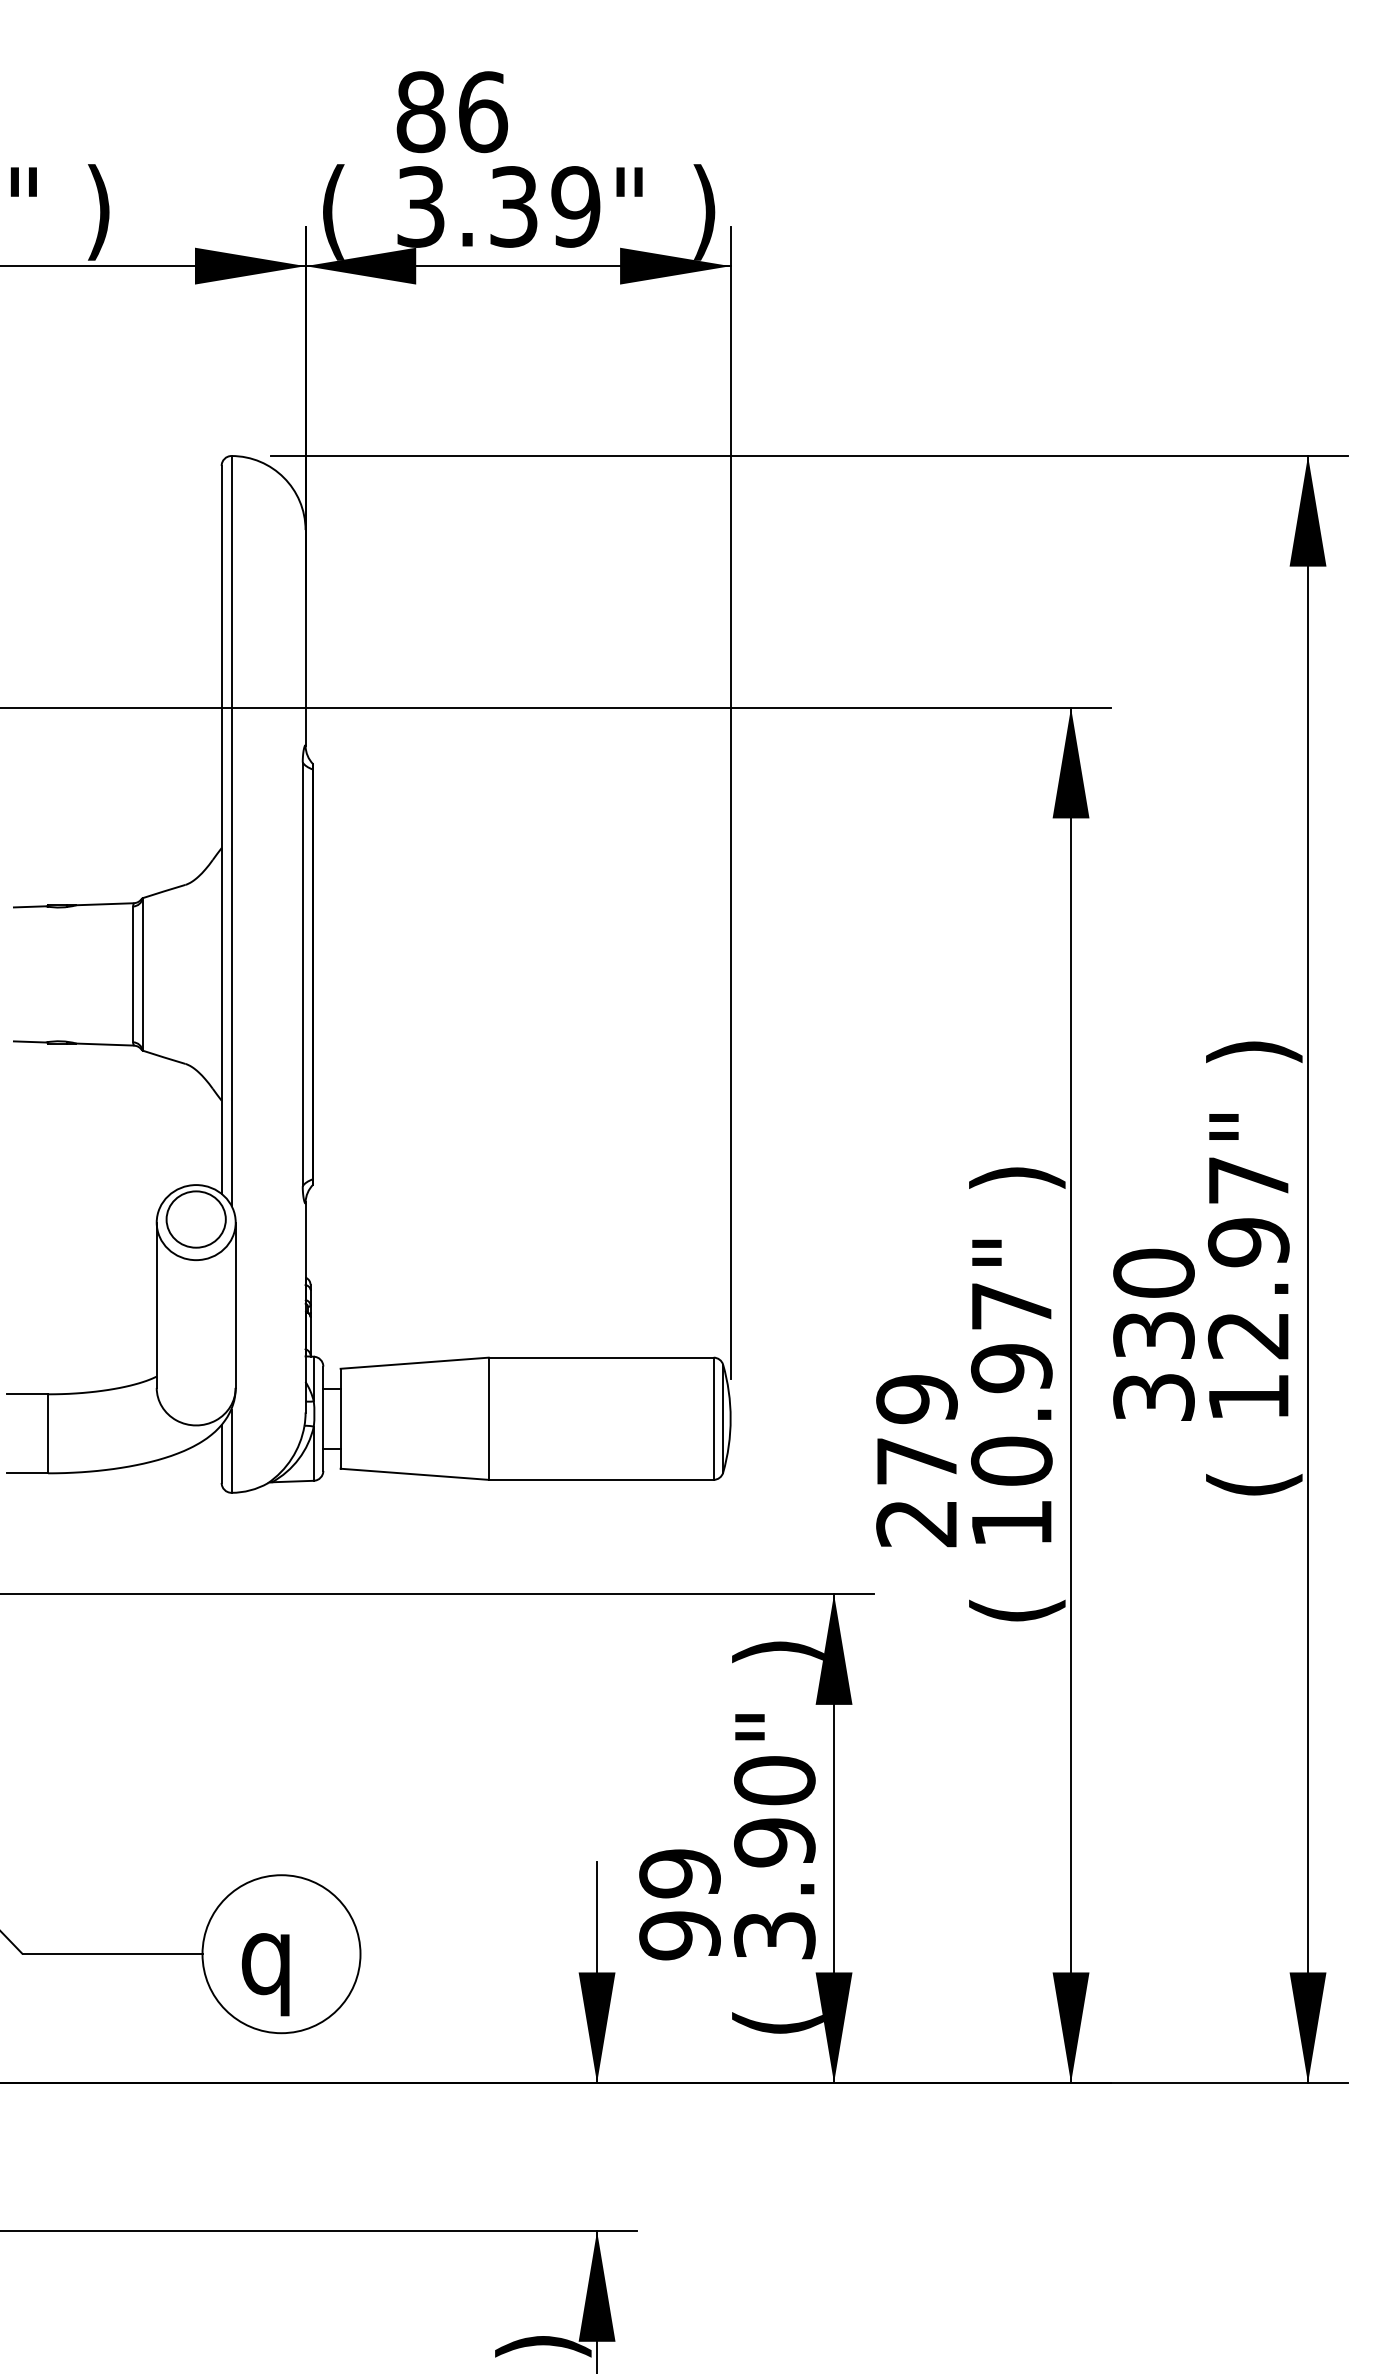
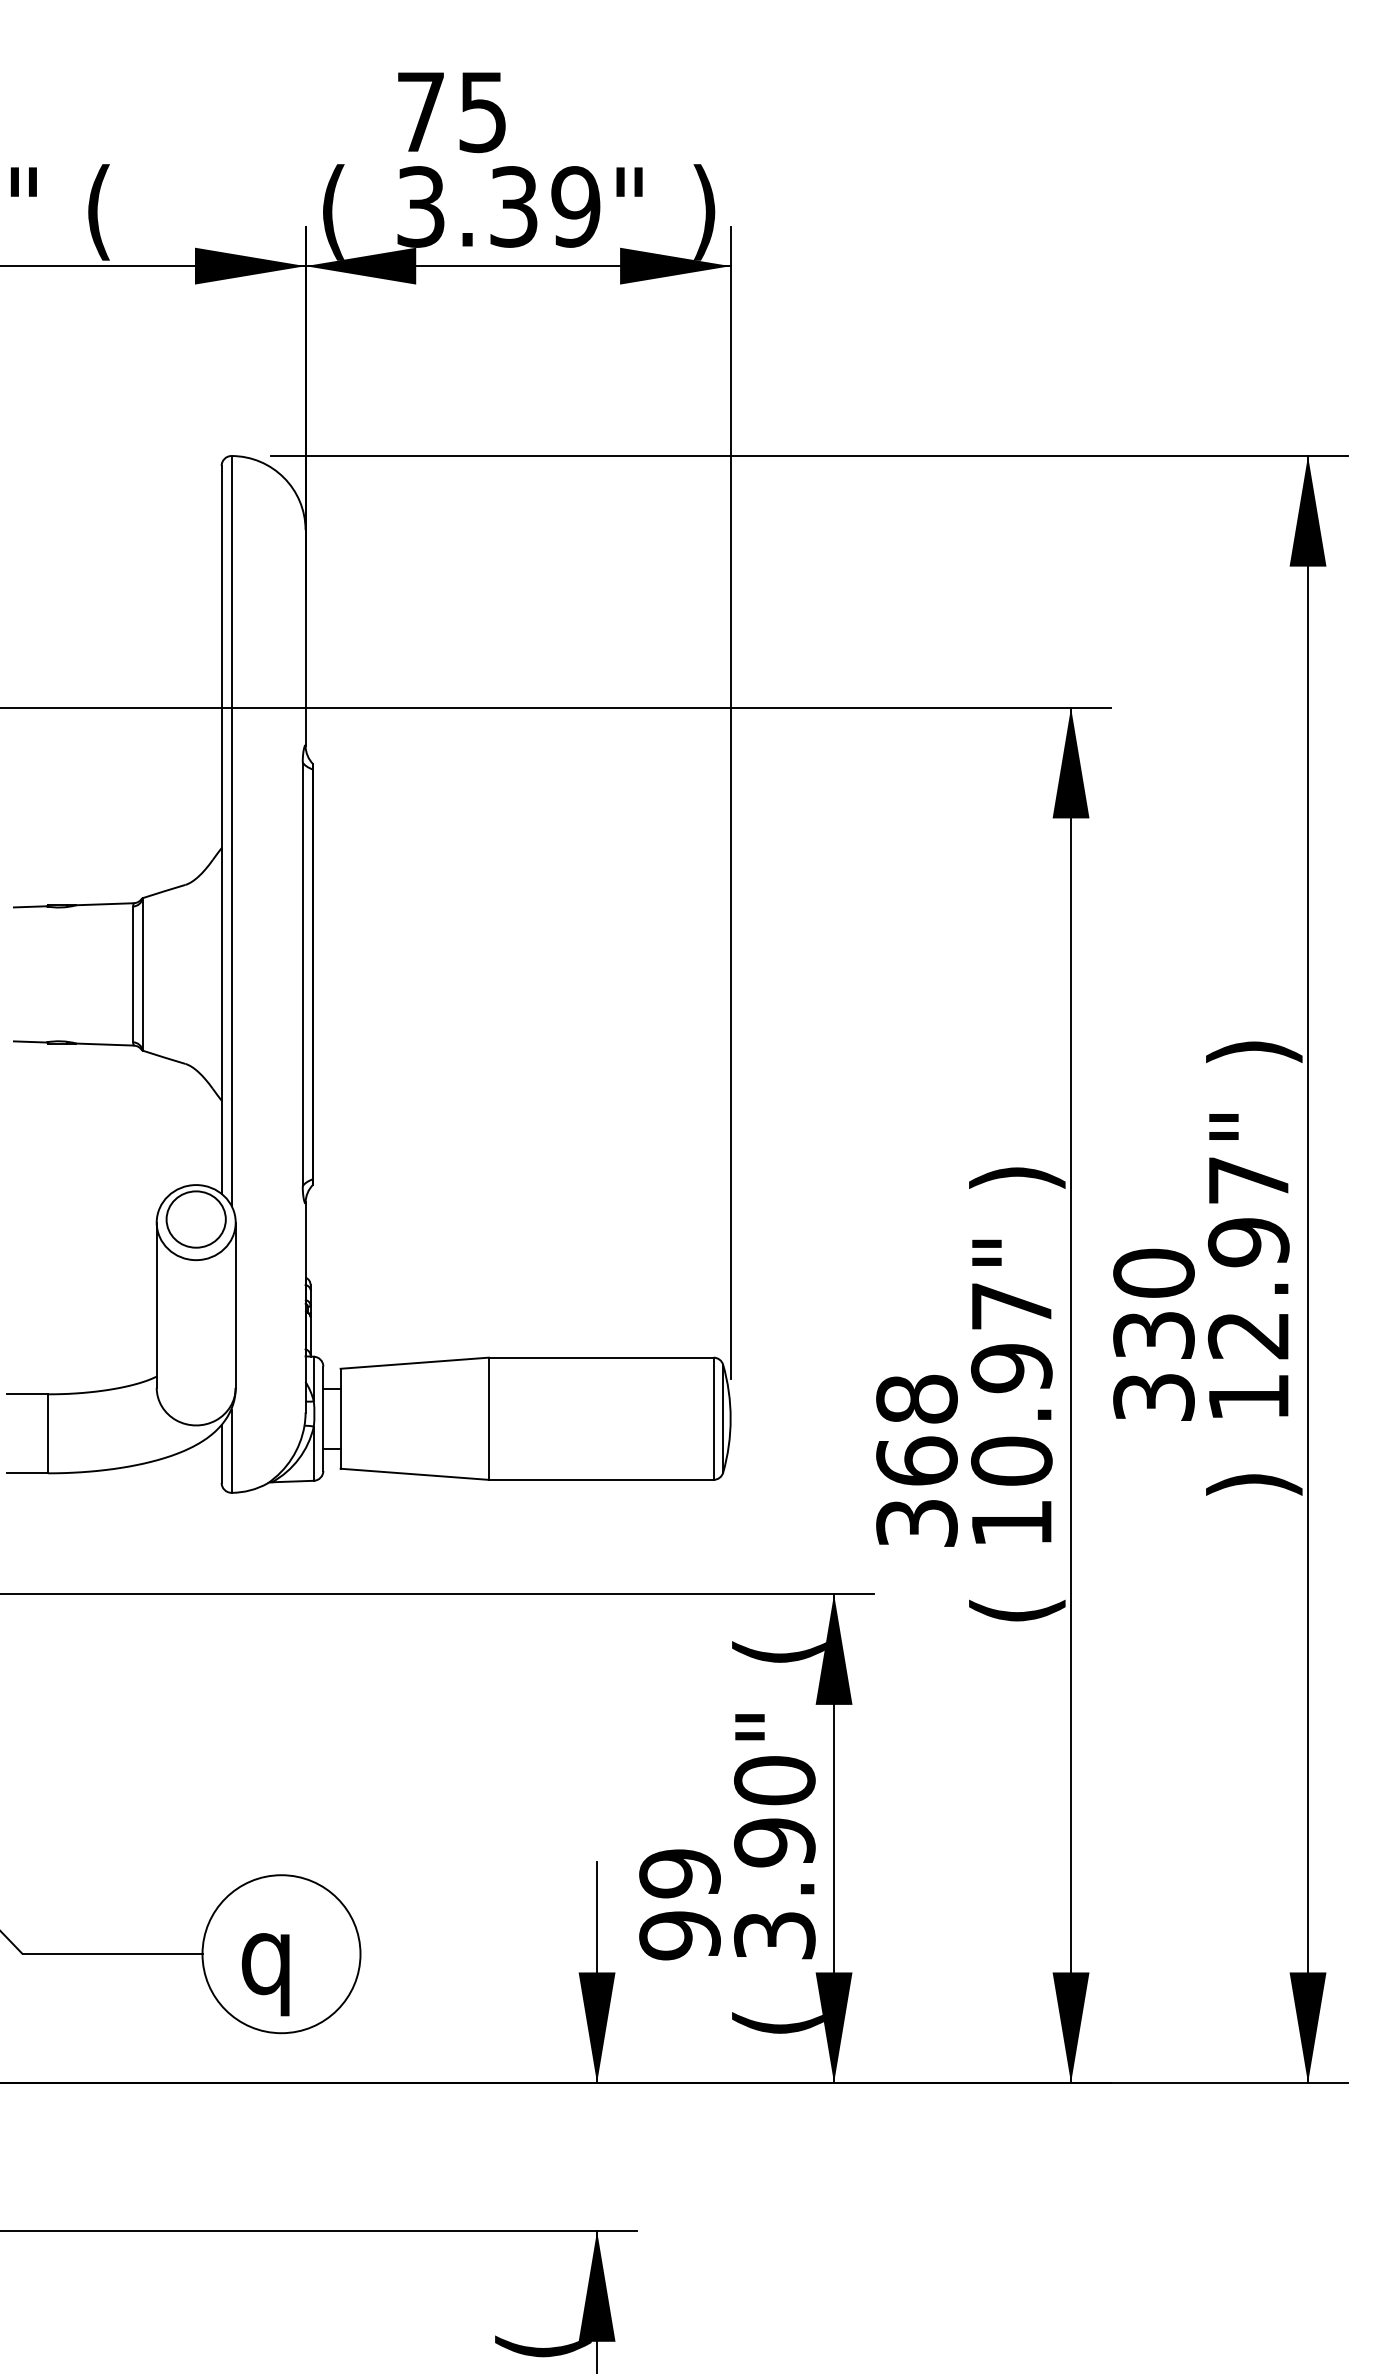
text at (452, 112): 86 -> 75
text at (98, 212): ) -> (
text at (916, 1460): 279 -> 368
text at (1254, 1484): ( -> )
text at (778, 1652): ) -> (
text at (543, 2346): ) -> (
